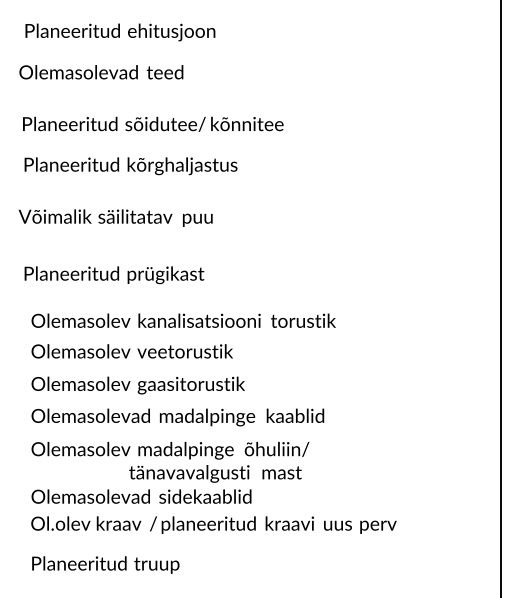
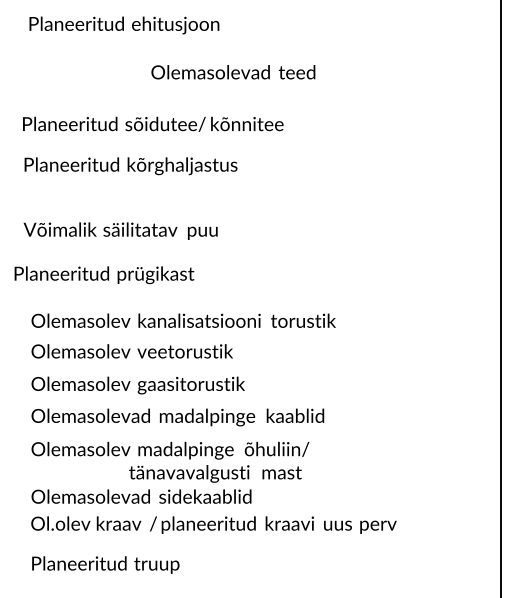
text at (120, 32) position: (120, 32) -> (124, 25)
text at (101, 72) position: (101, 72) -> (233, 72)
text at (115, 217) position: (115, 217) -> (120, 230)
text at (114, 275) position: (114, 275) -> (104, 275)
